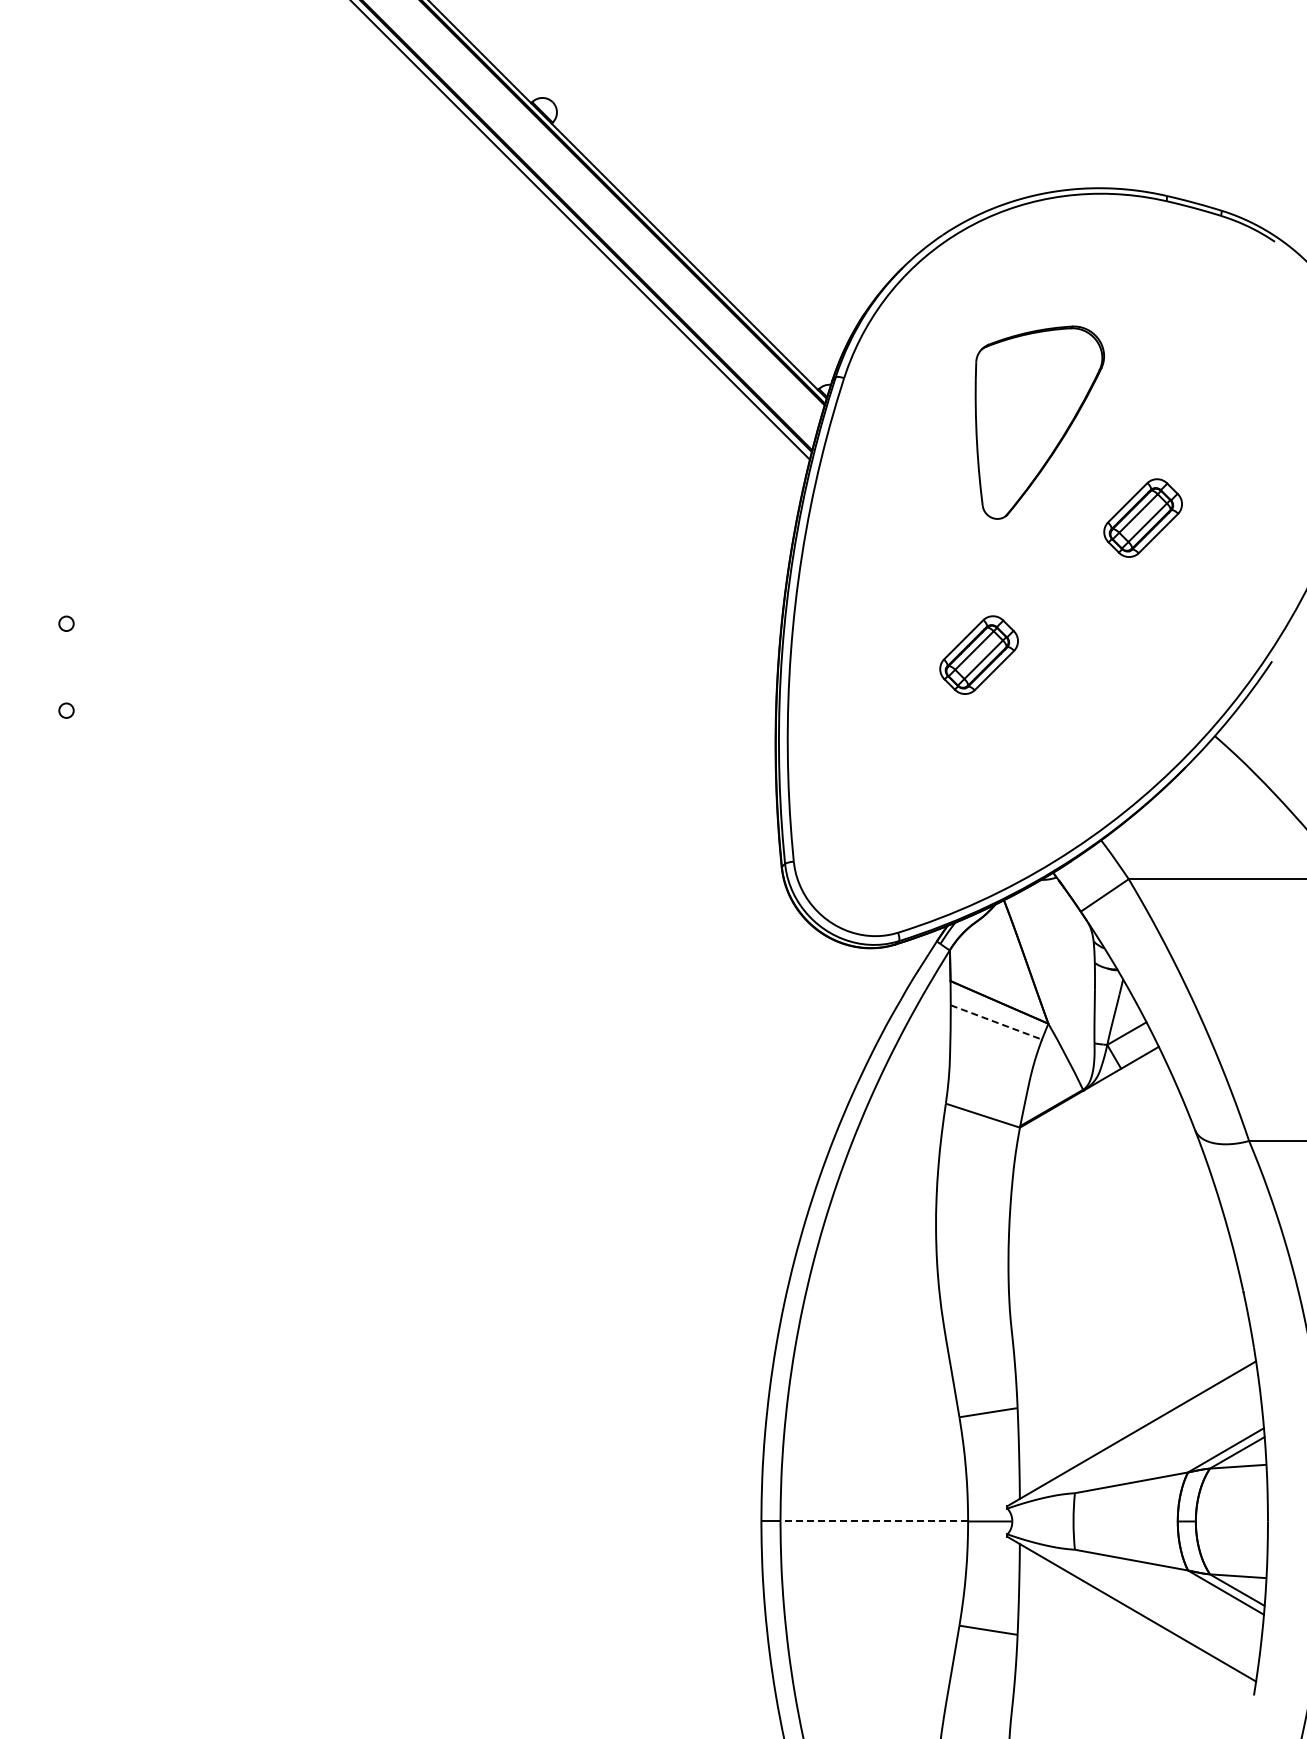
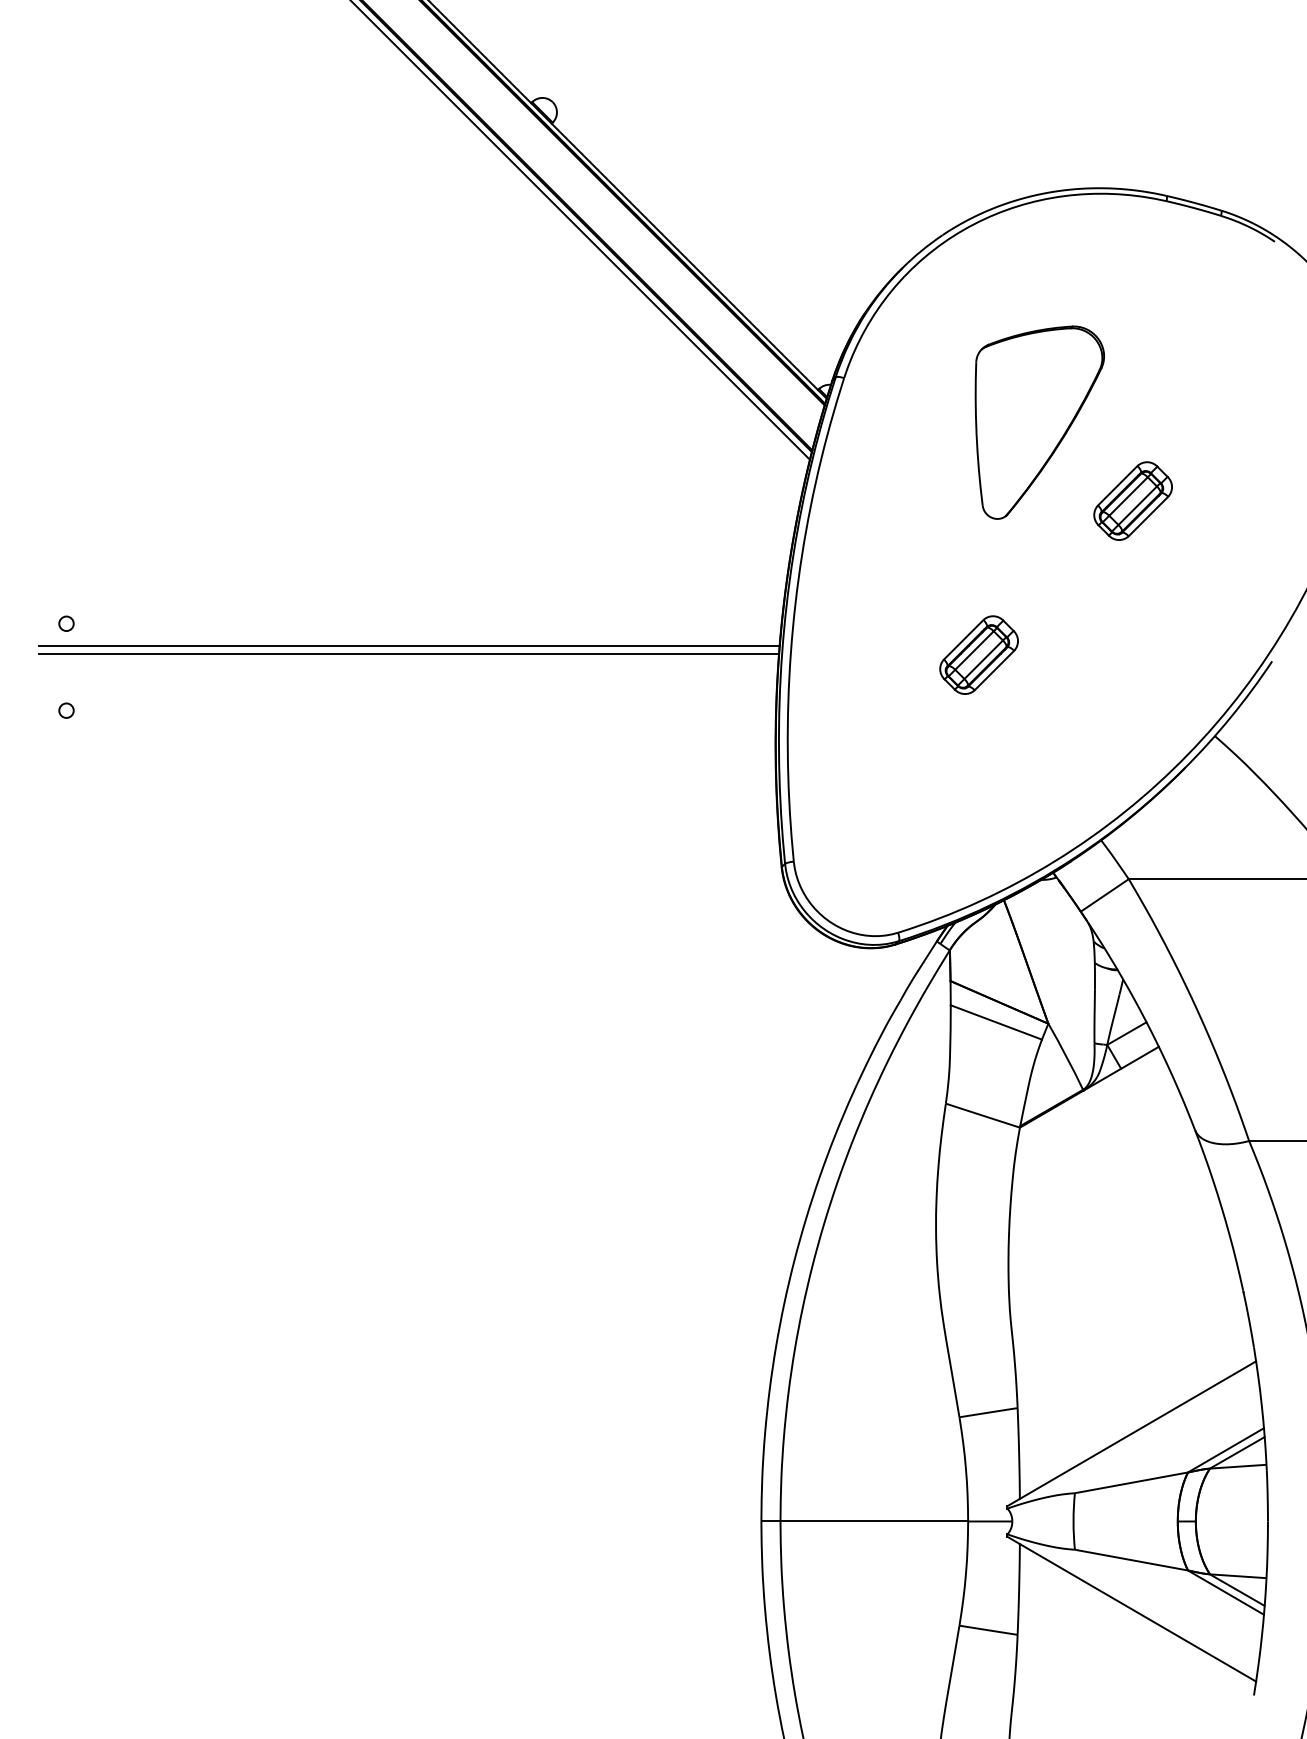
part at (1142, 517) position: (1142, 517) -> (1132, 500)
line at (408, 645): none -> present
line at (409, 654): none -> present
line at (996, 1022): dashed -> solid
line at (874, 1521): dashed -> solid
